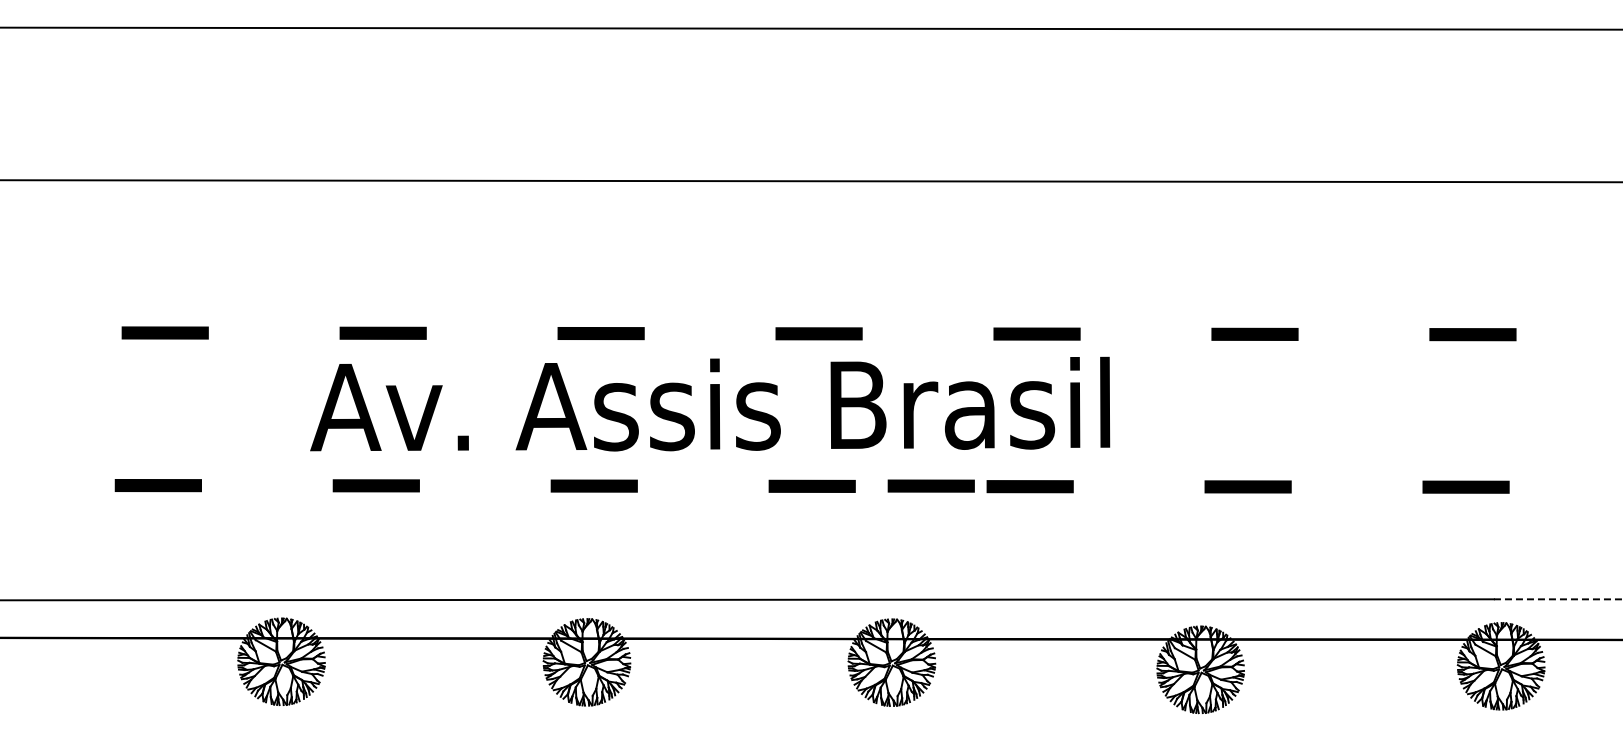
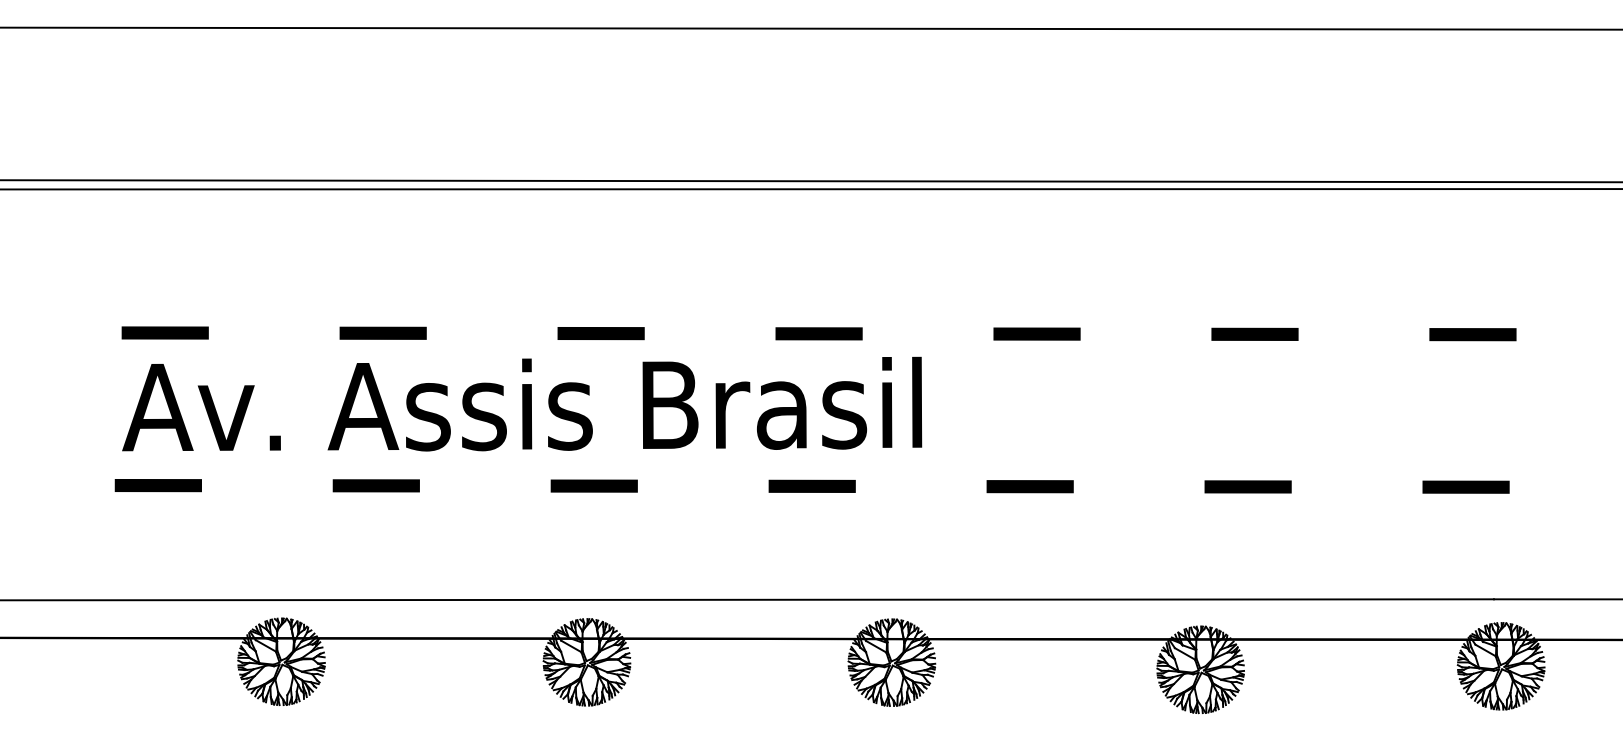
line at (810, 189): none -> present
text at (710, 403) position: (710, 403) -> (522, 403)
part at (930, 485): present -> none
line at (1558, 599): dashed -> solid
